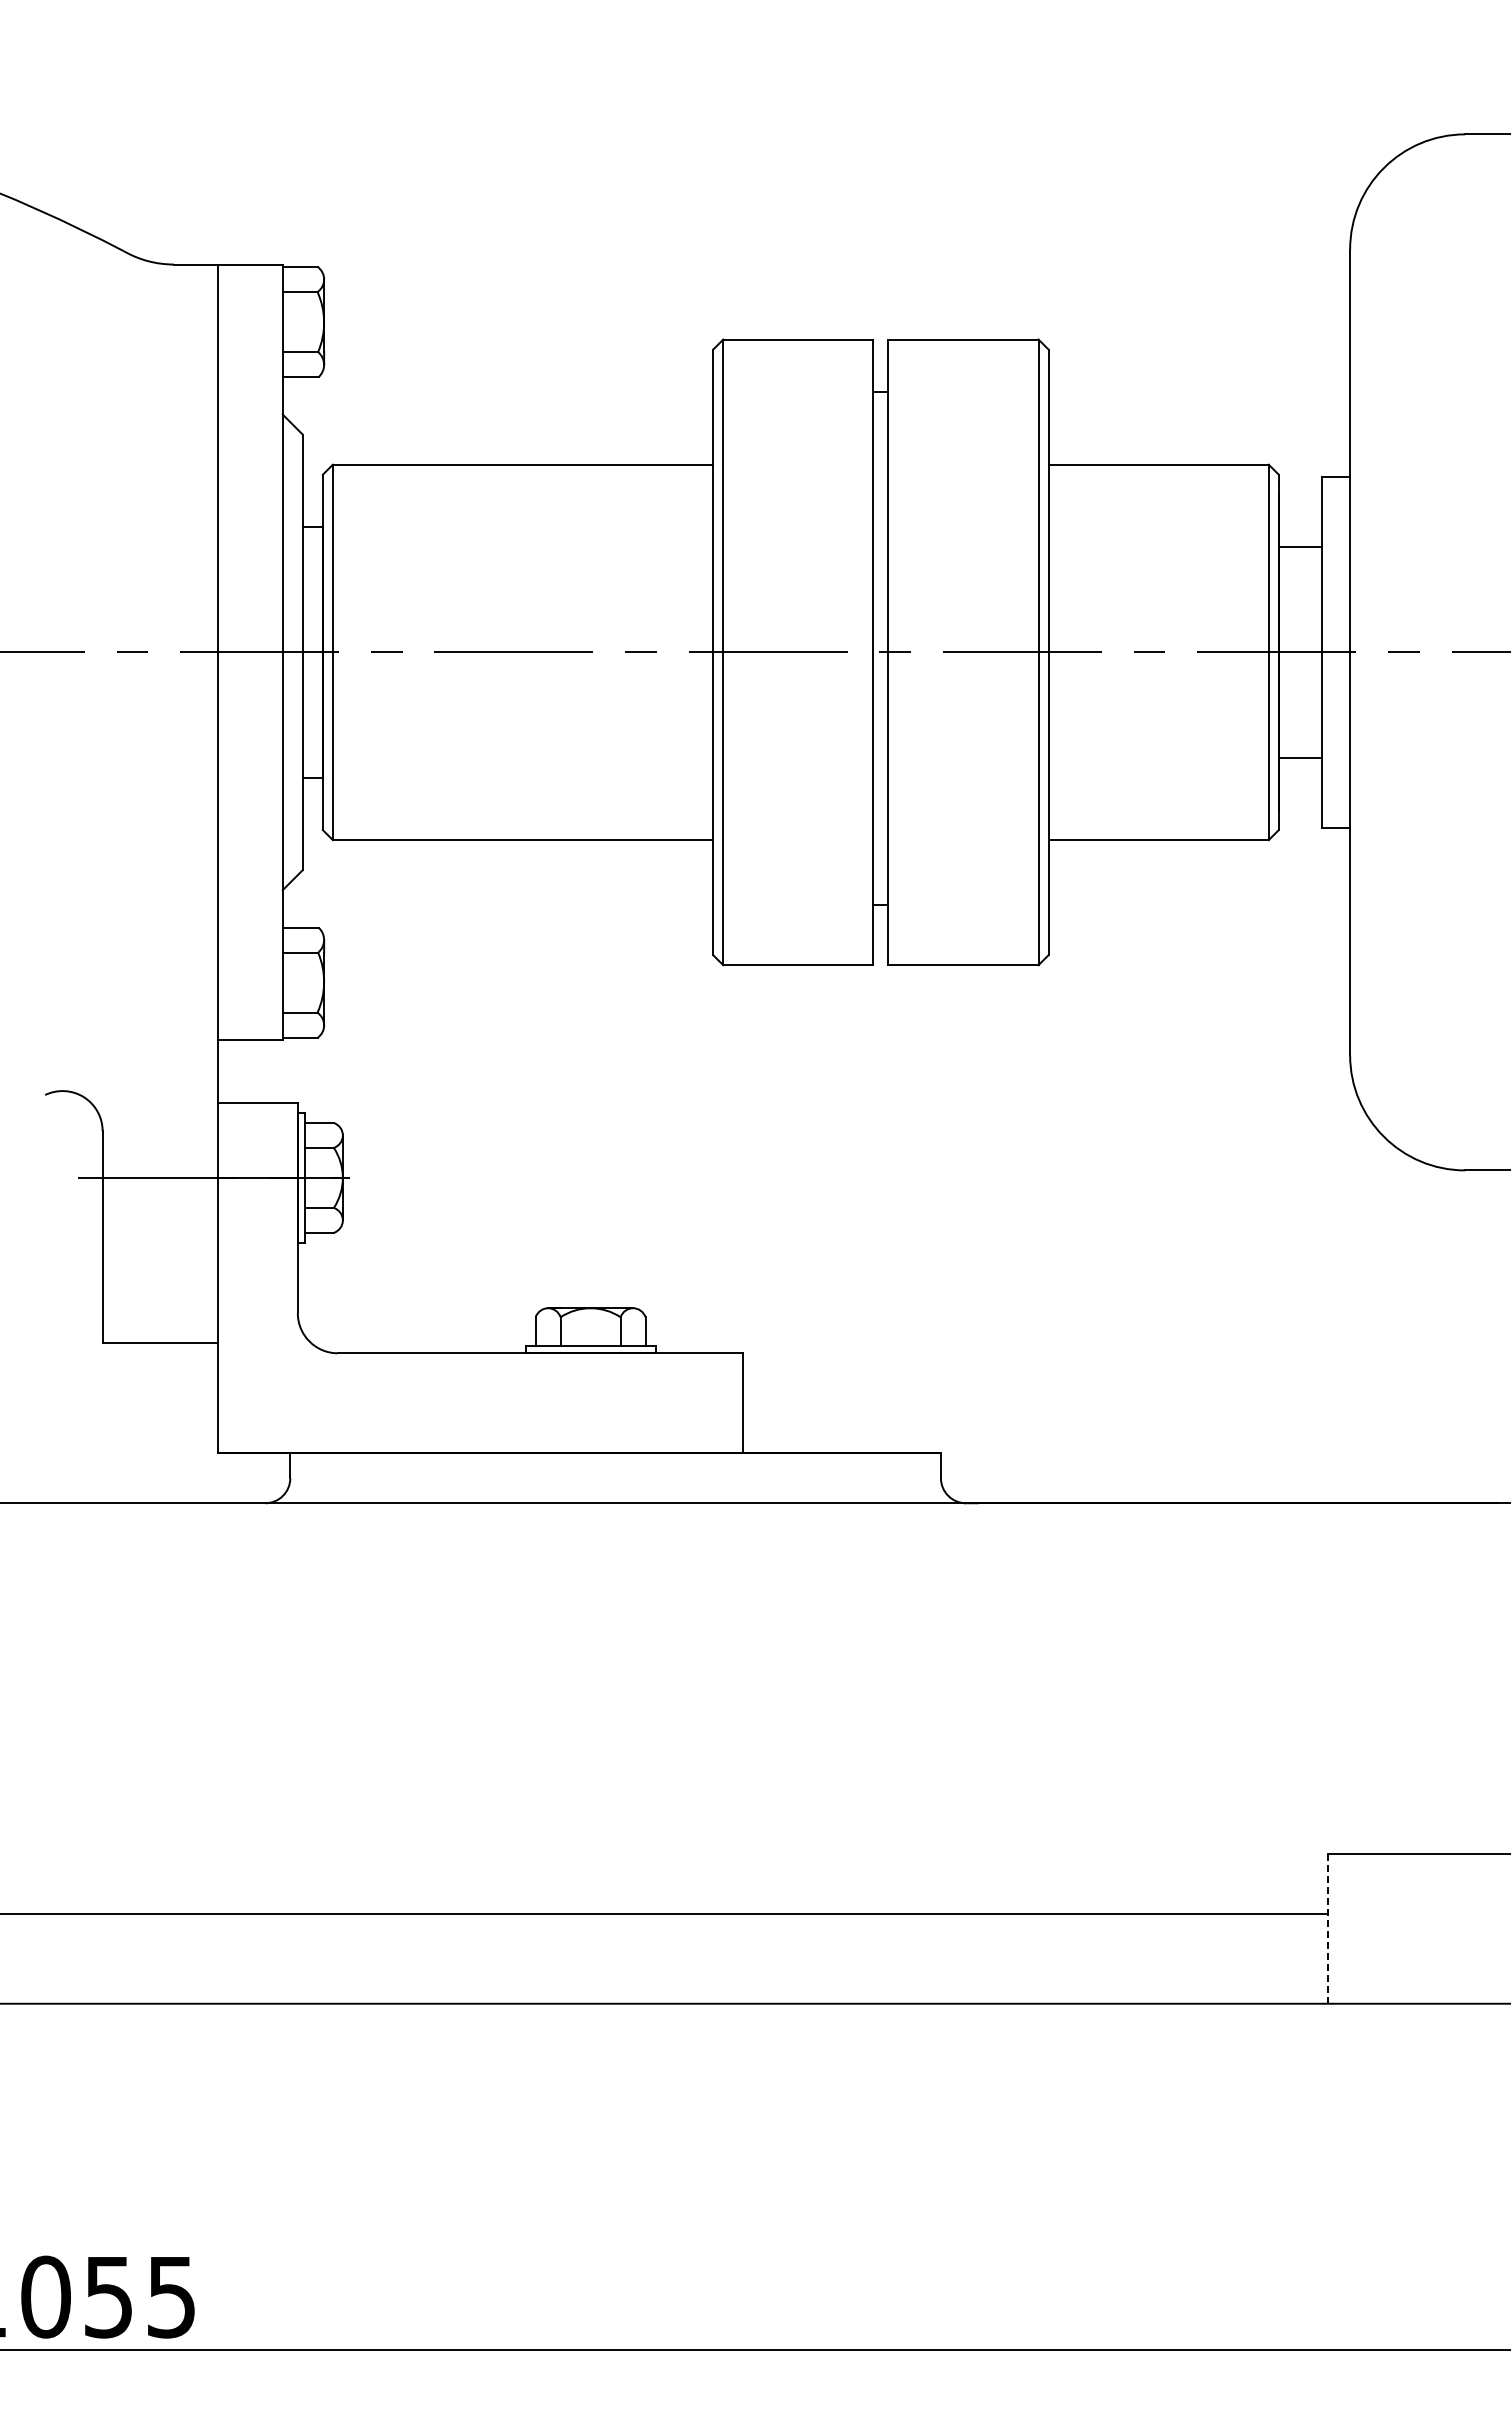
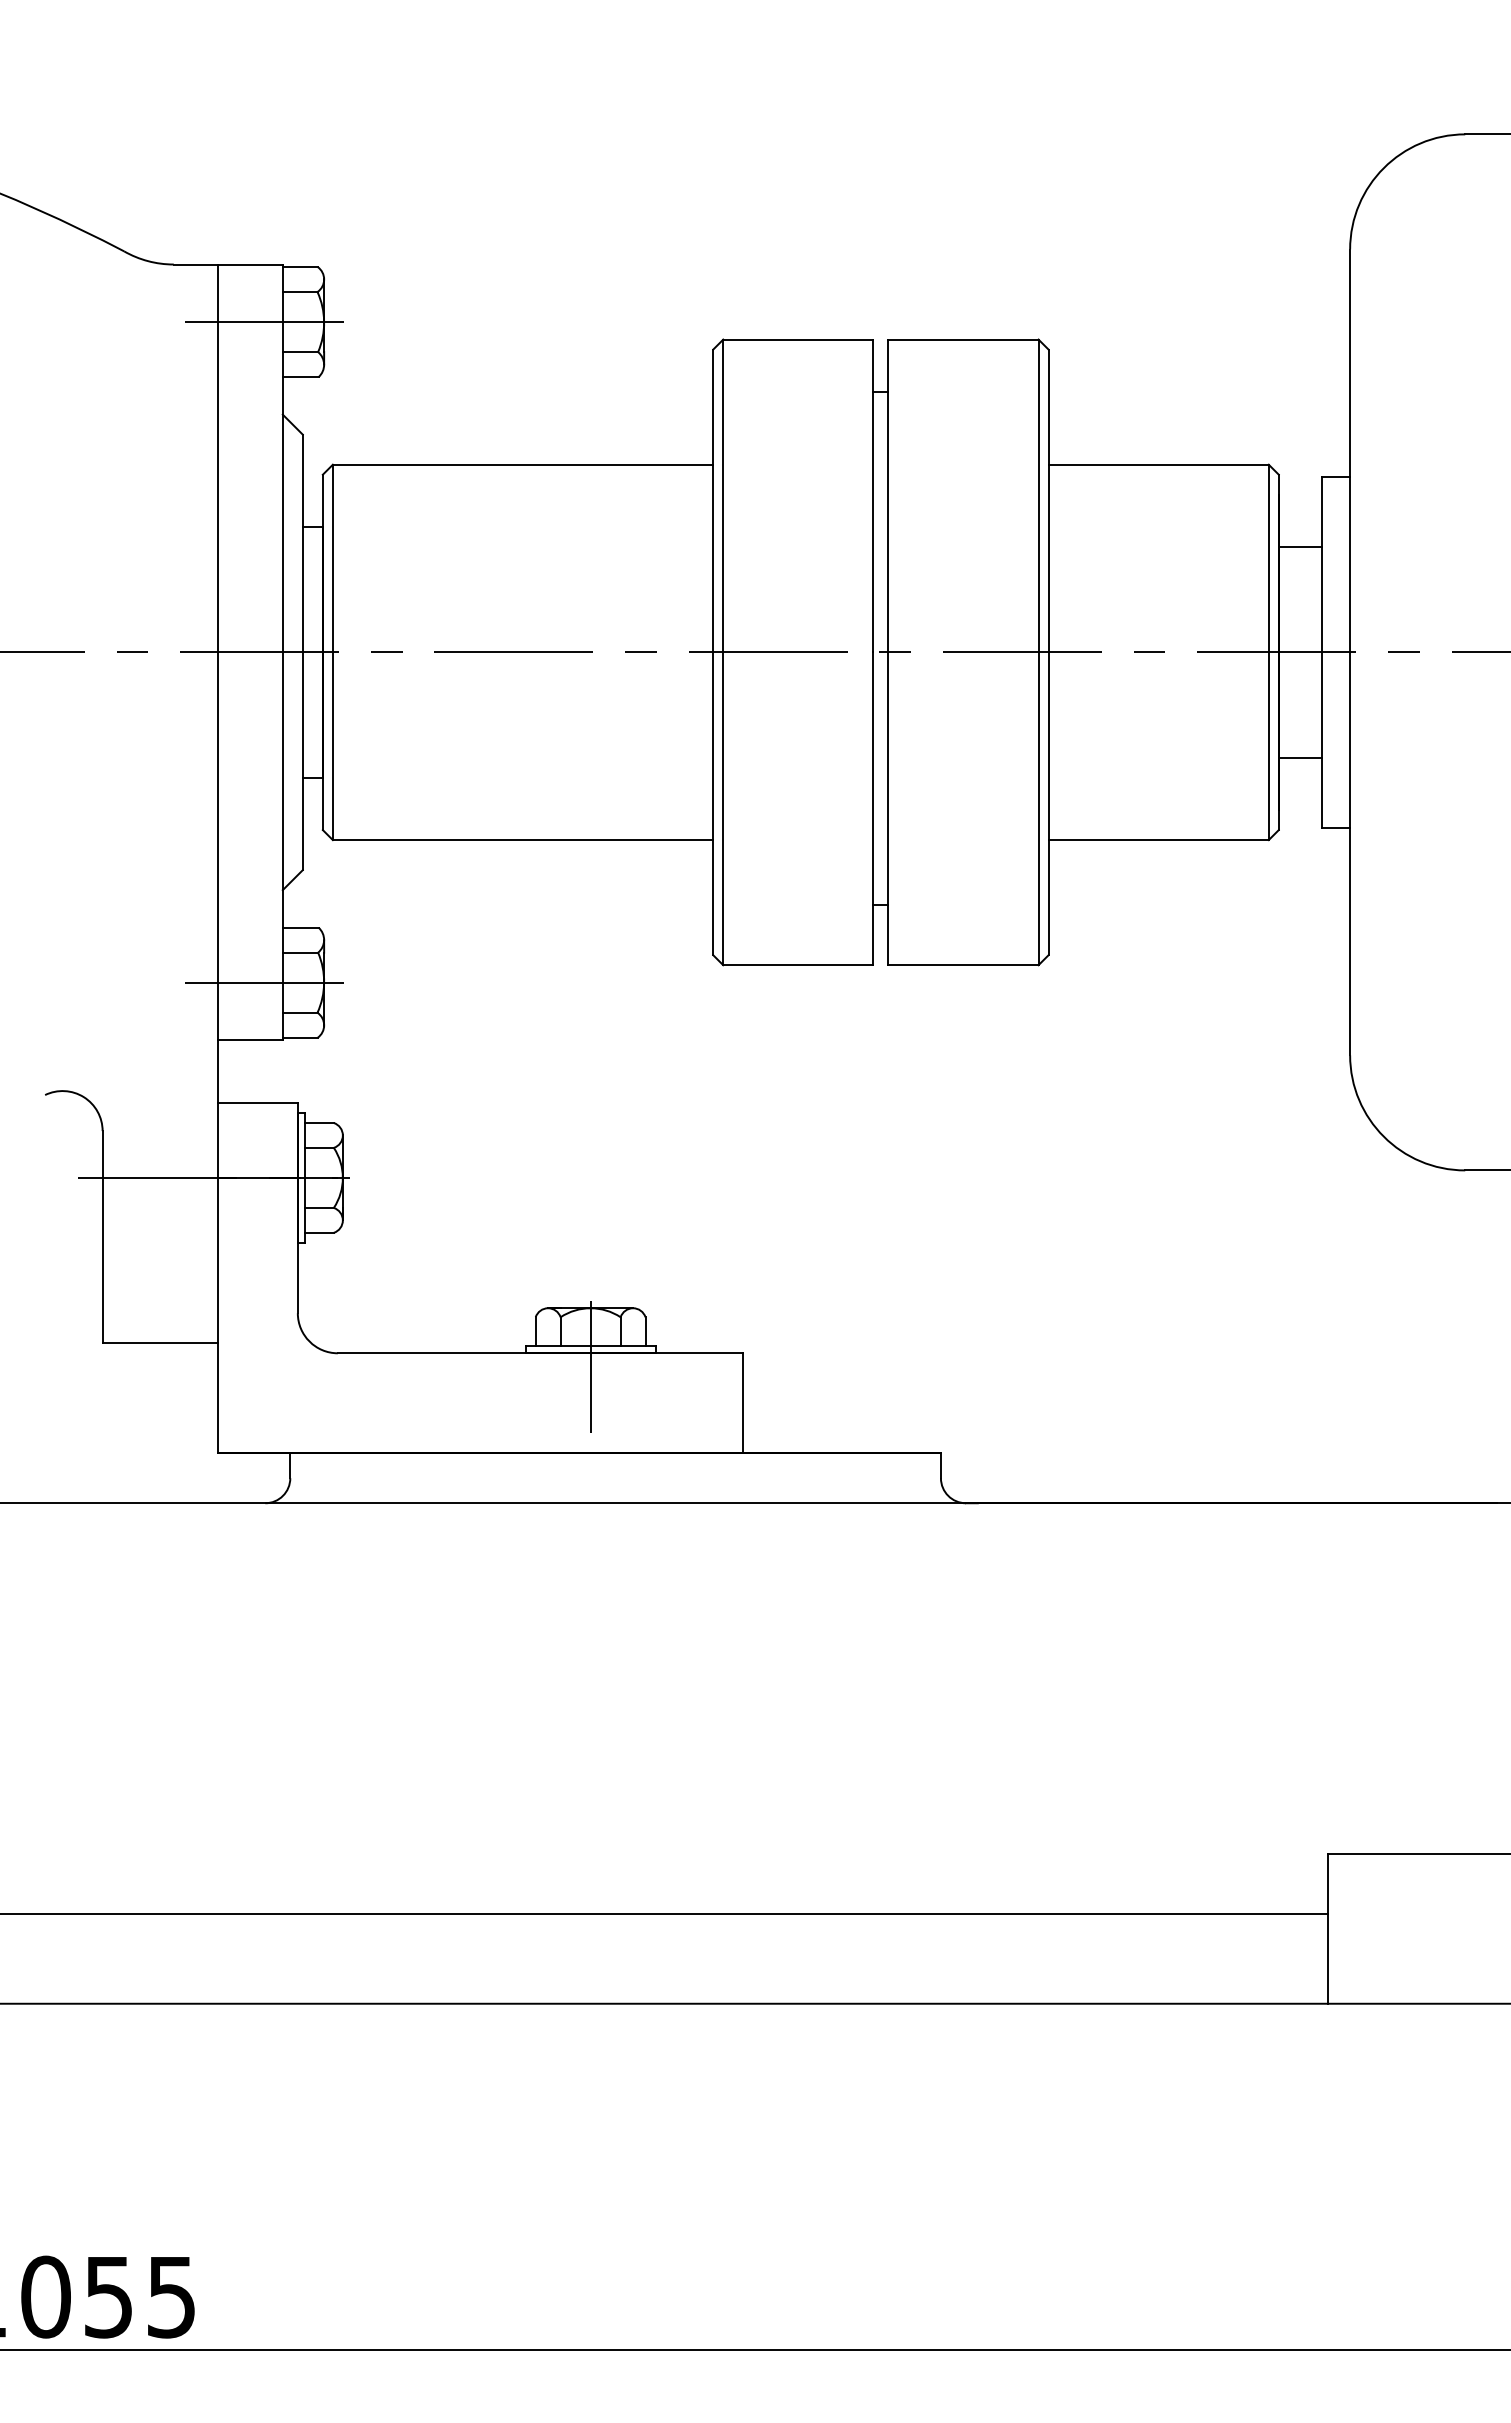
line at (268, 322): none -> present
line at (268, 982): none -> present
line at (590, 1367): none -> present
line at (1327, 1928): dashed -> solid
